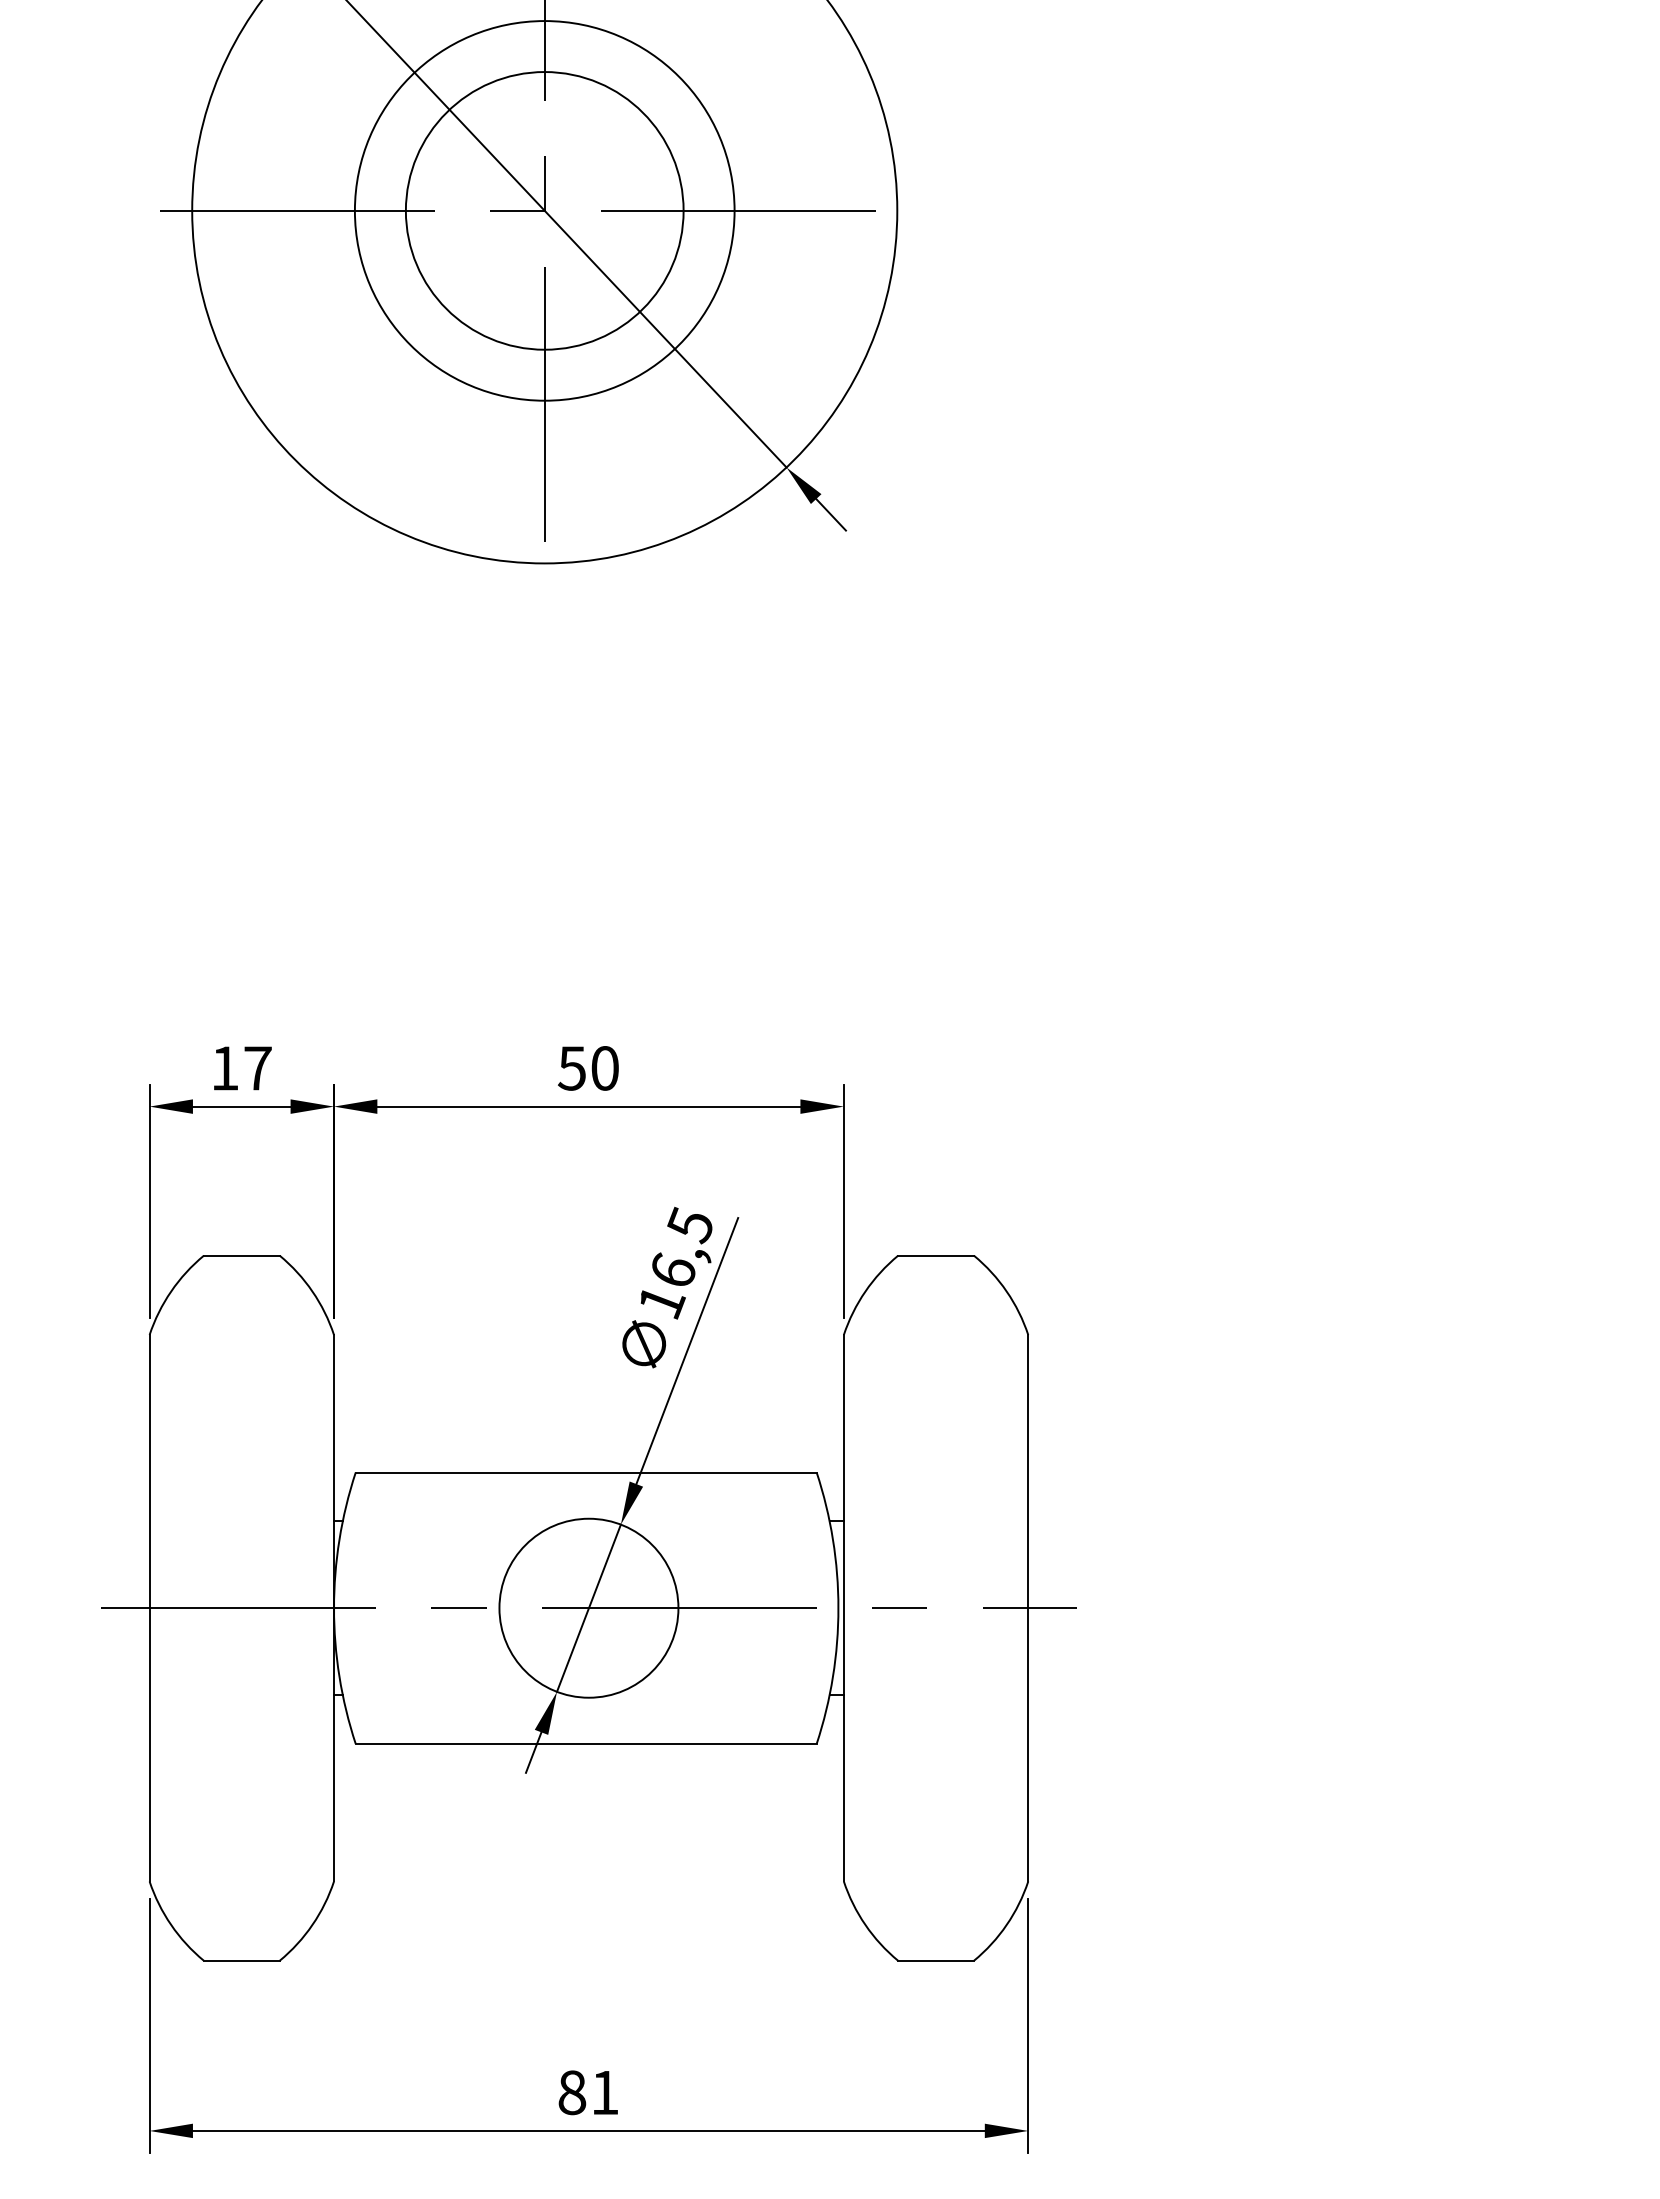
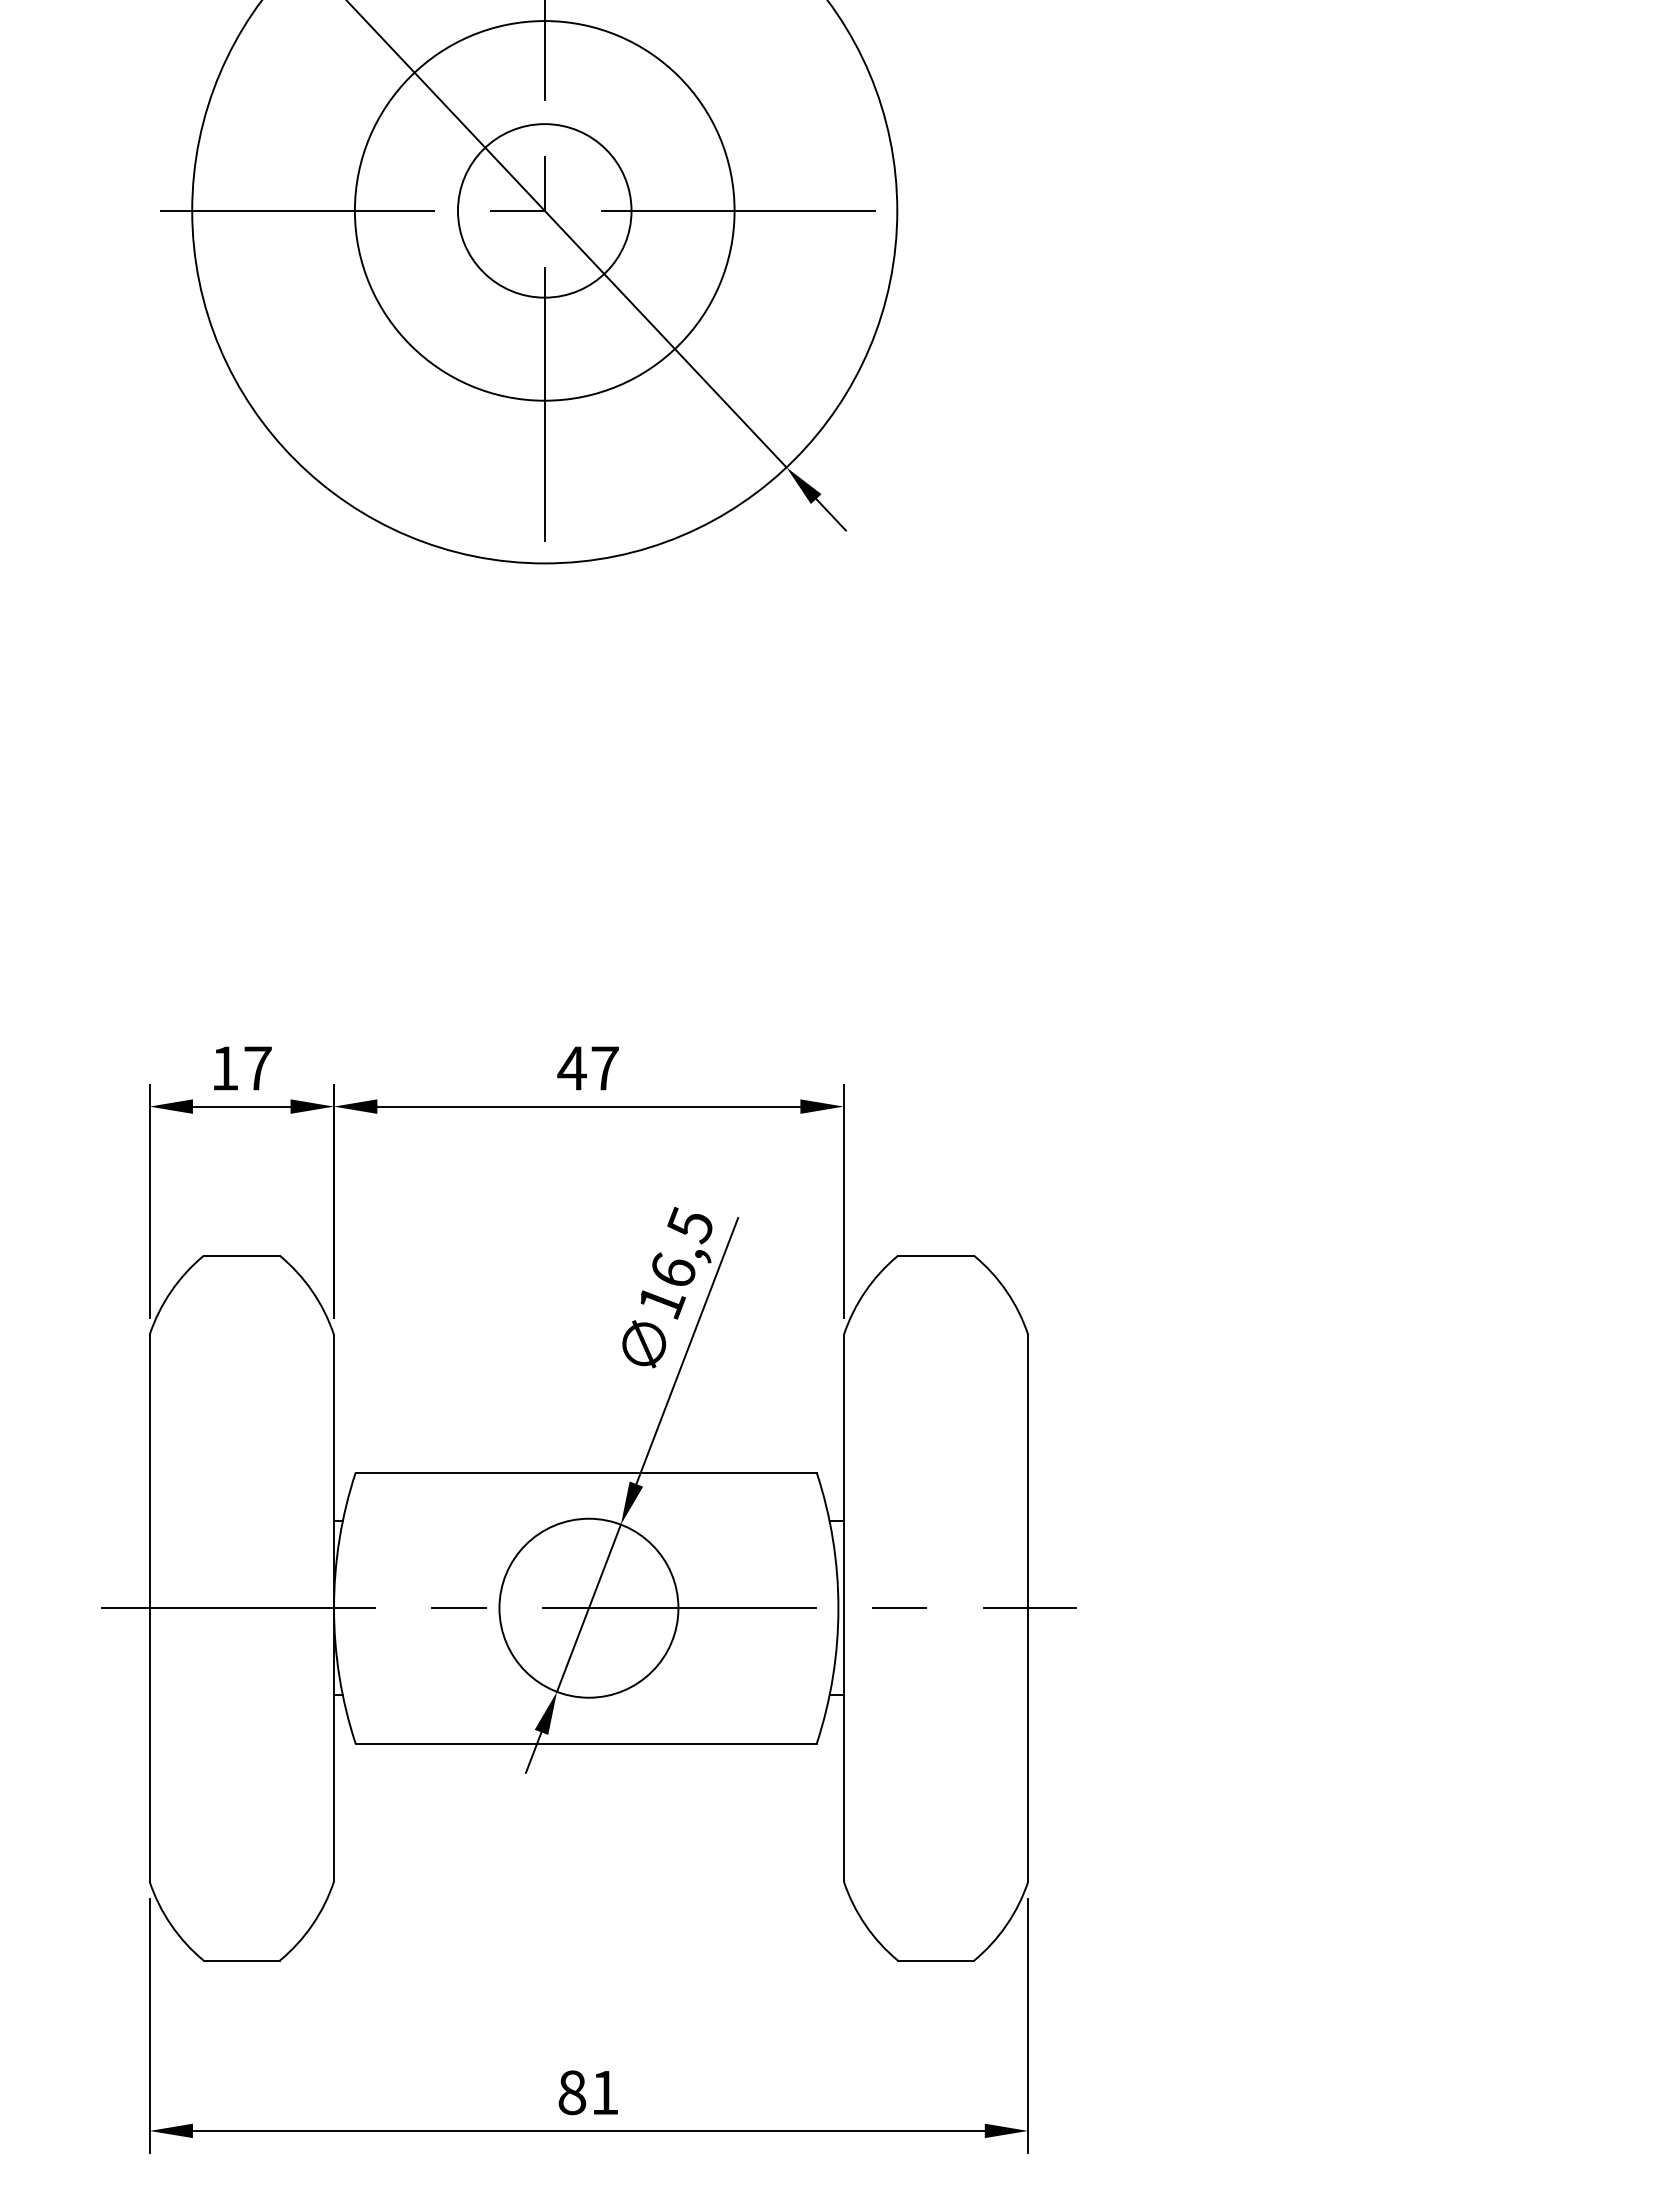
circle at (544, 210) diameter: 278 px -> 174 px
text at (587, 1068): 50 -> 47
